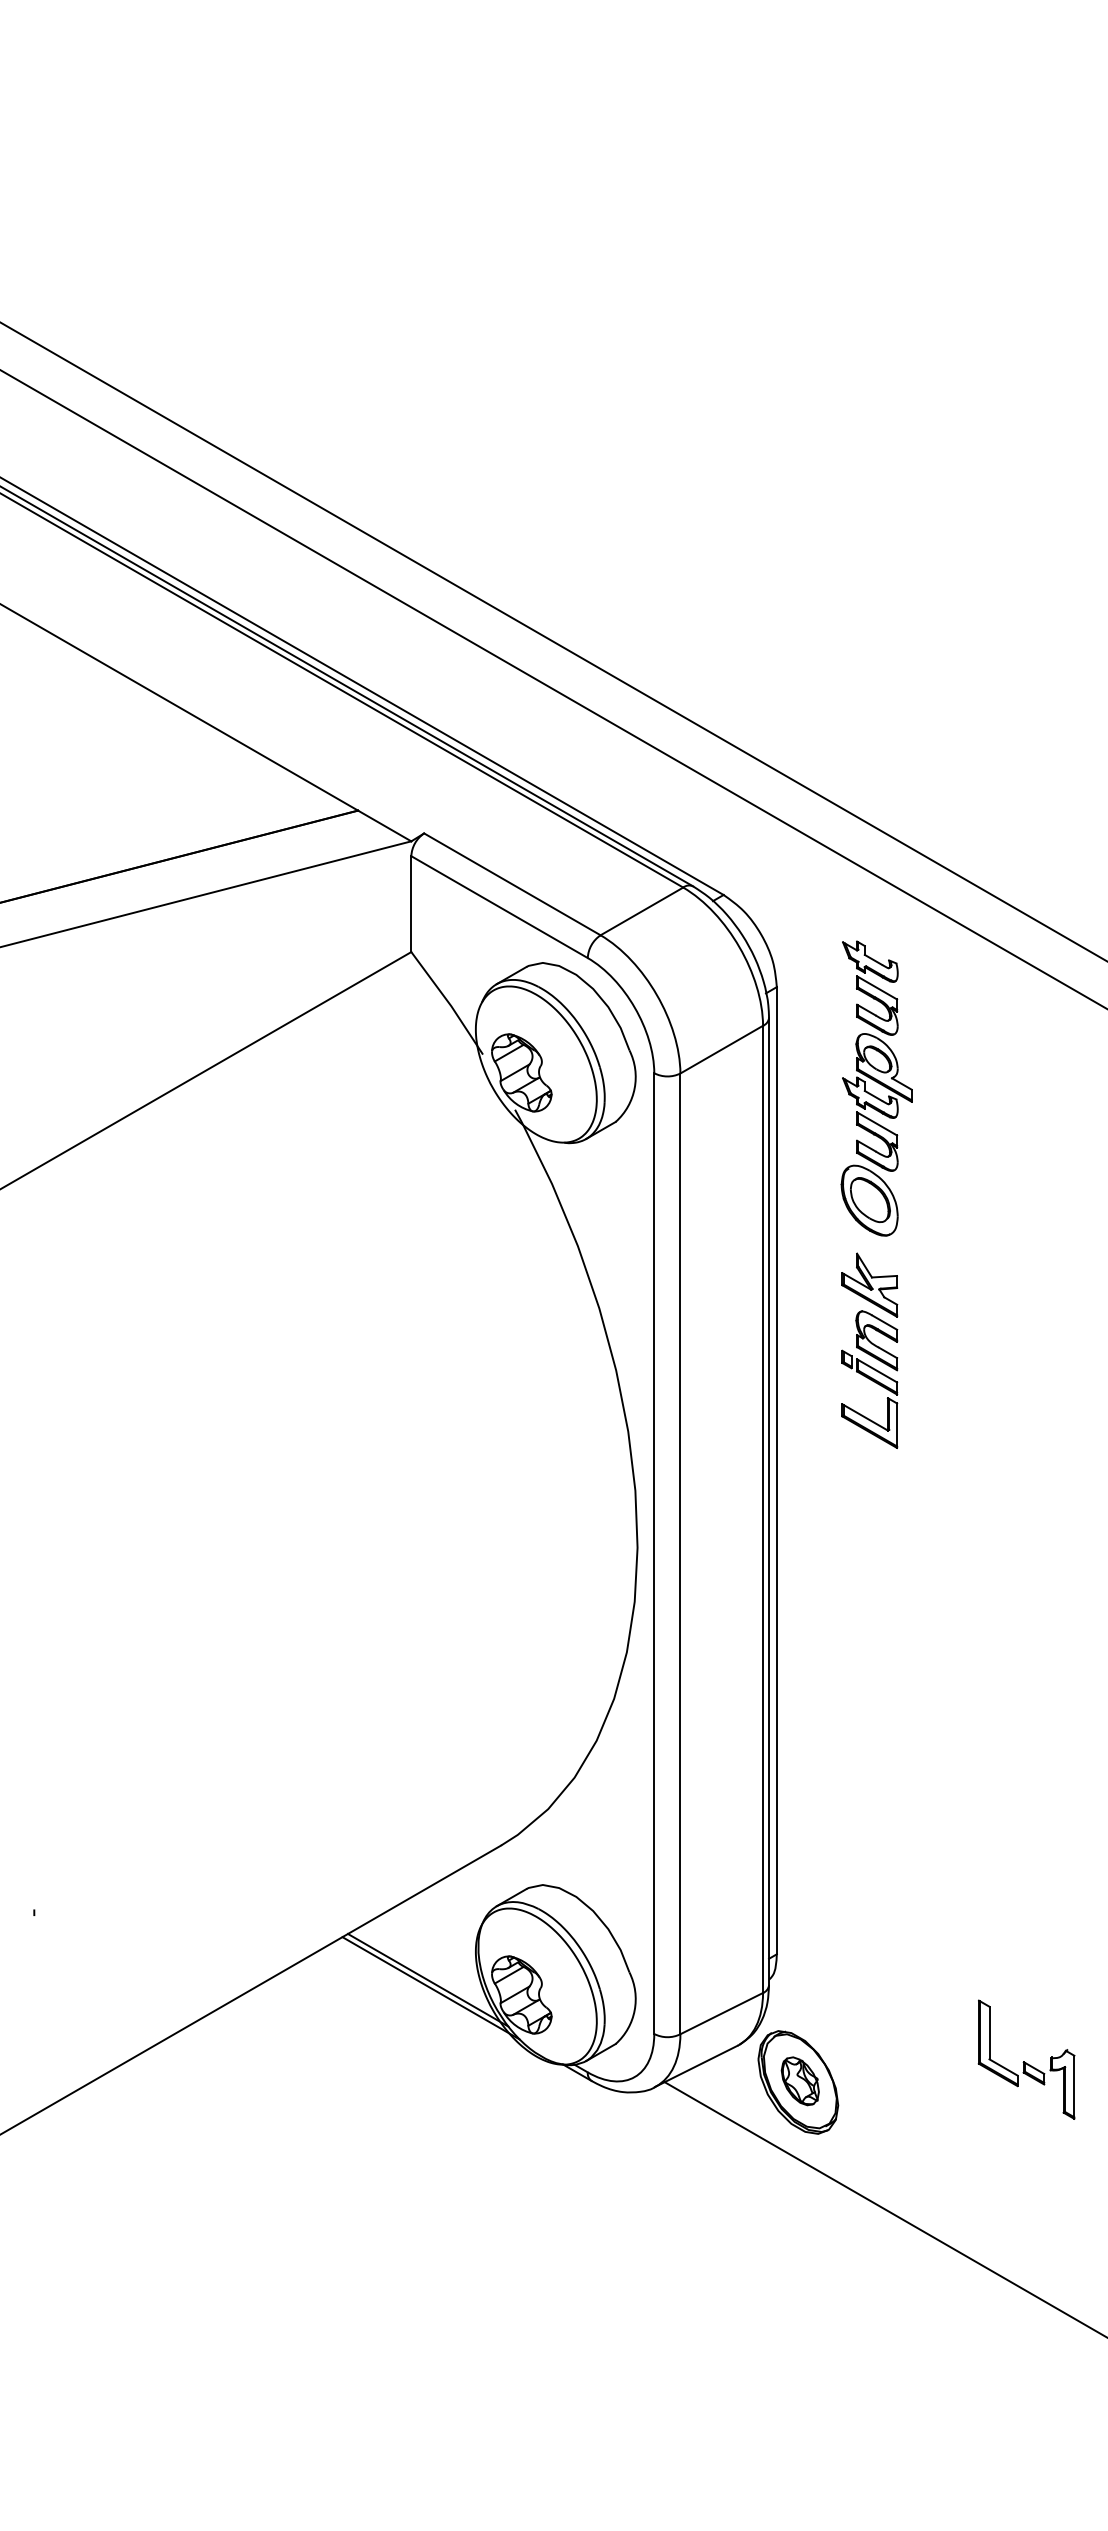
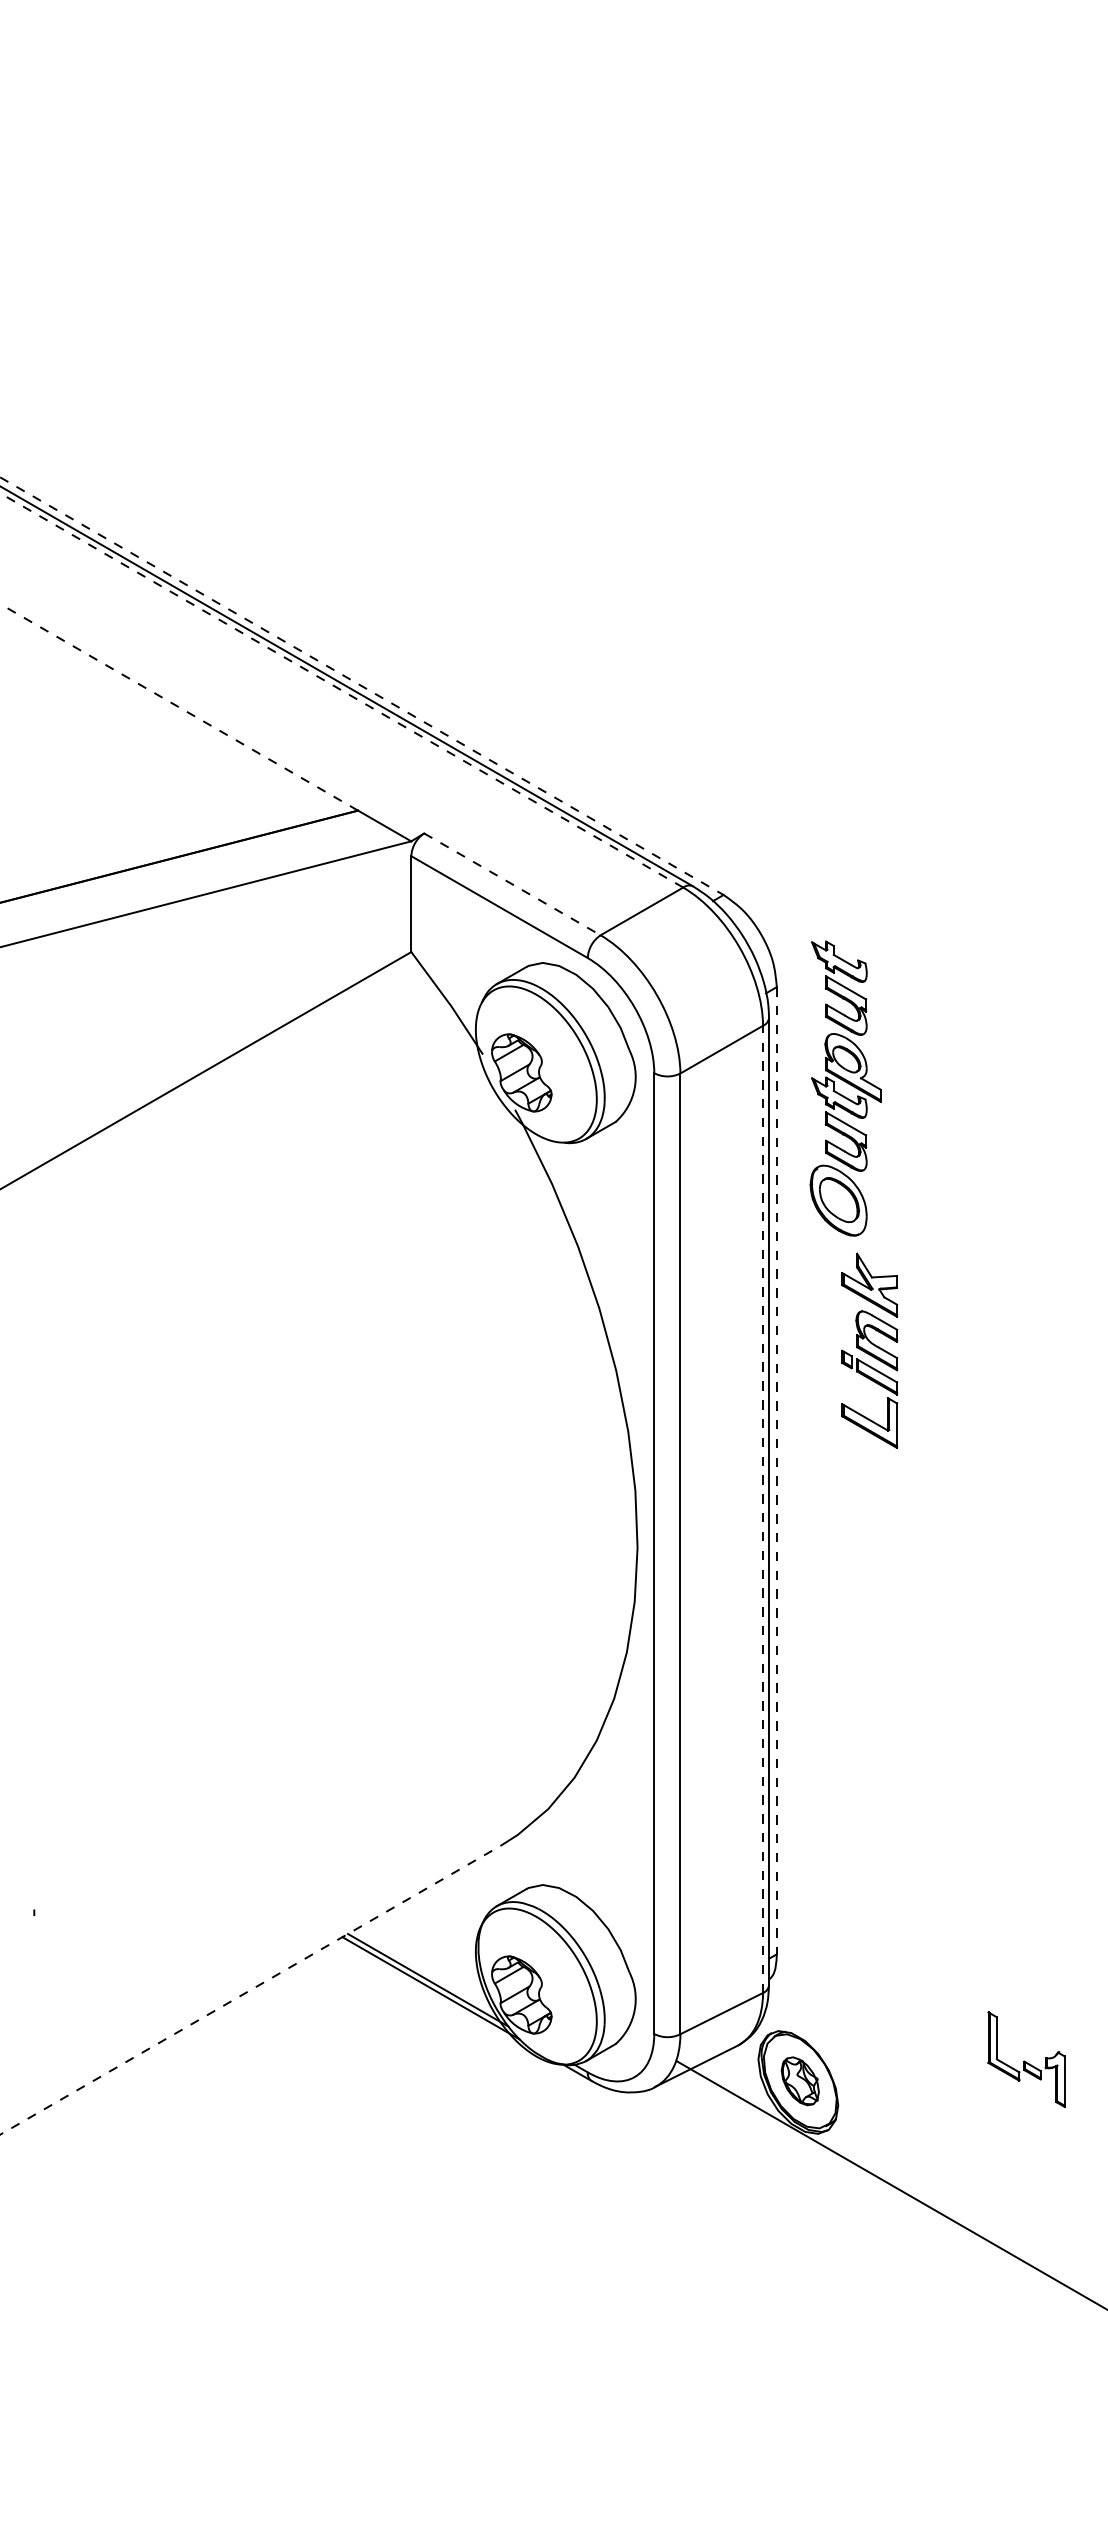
line at (553, 641): present -> none
line at (361, 686): solid -> dashed
line at (553, 689): present -> none
line at (341, 690): solid -> dashed
line at (179, 707): solid -> dashed
line at (512, 884): solid -> dashed
part at (876, 1088) position: (876, 1088) -> (845, 1088)
line at (776, 1470): solid -> dashed
line at (763, 1509): solid -> dashed
line at (250, 1990): solid -> dashed
part at (1026, 2059) size: 99x121 px -> 79x97 px
line at (884, 2209) position: (884, 2209) -> (890, 2184)
